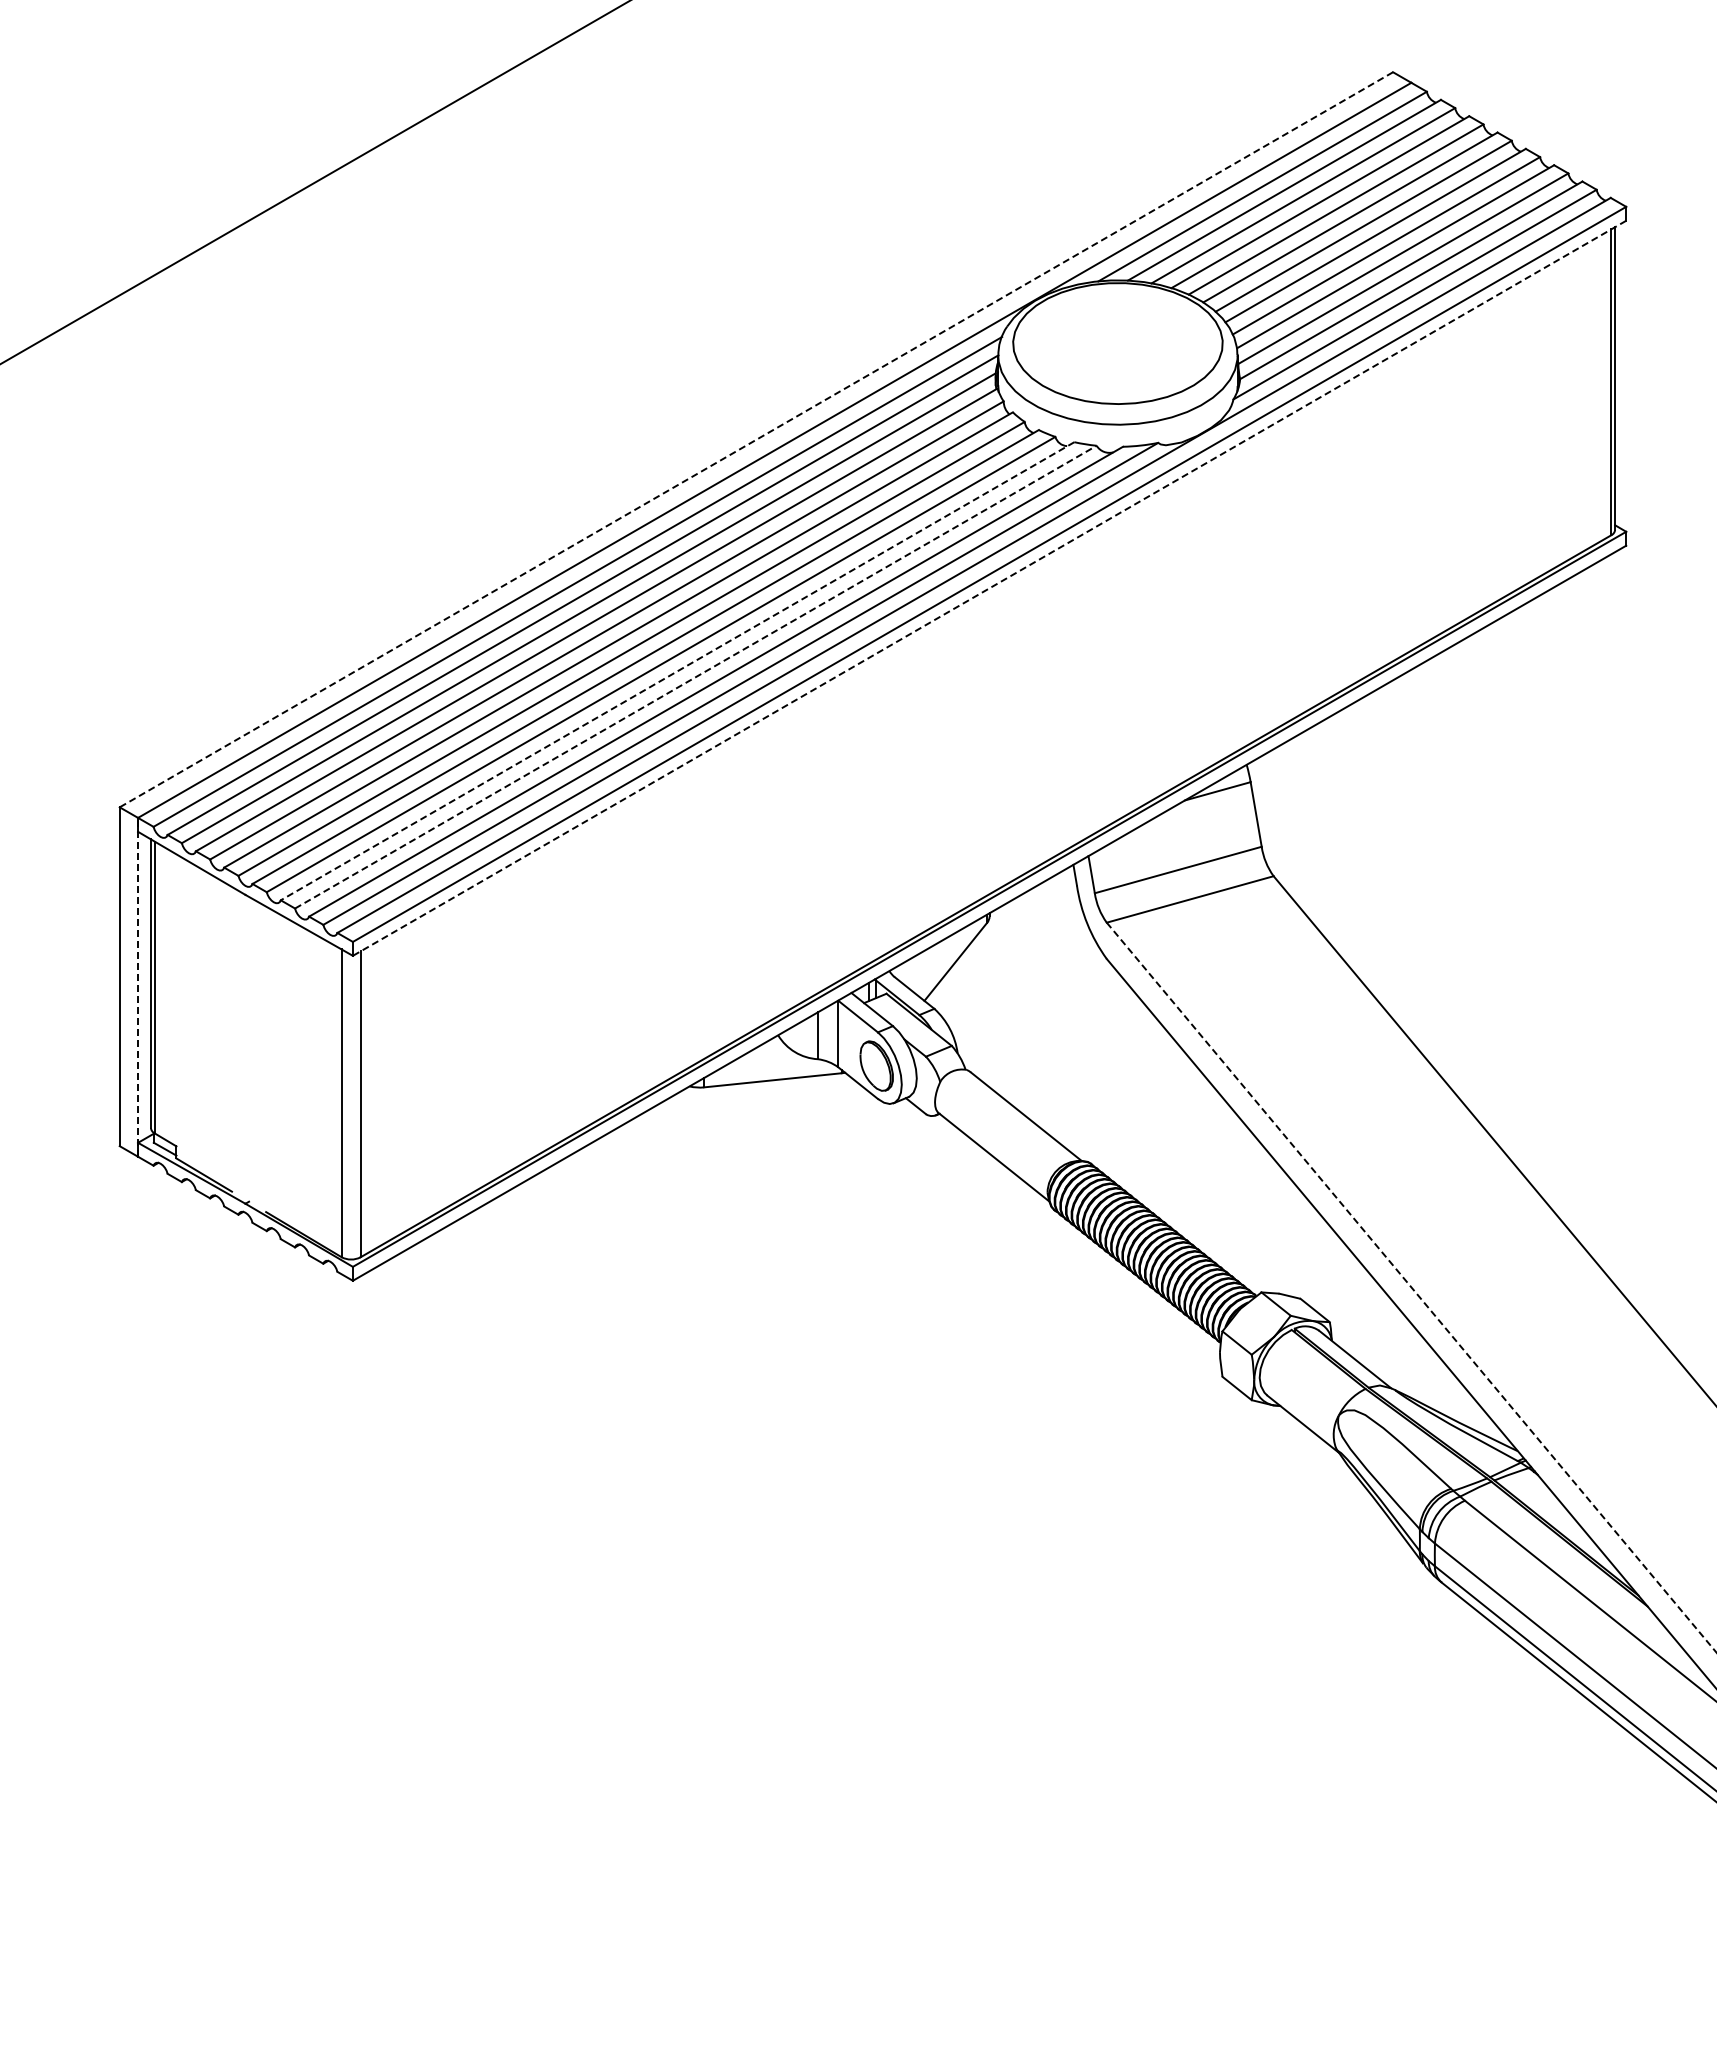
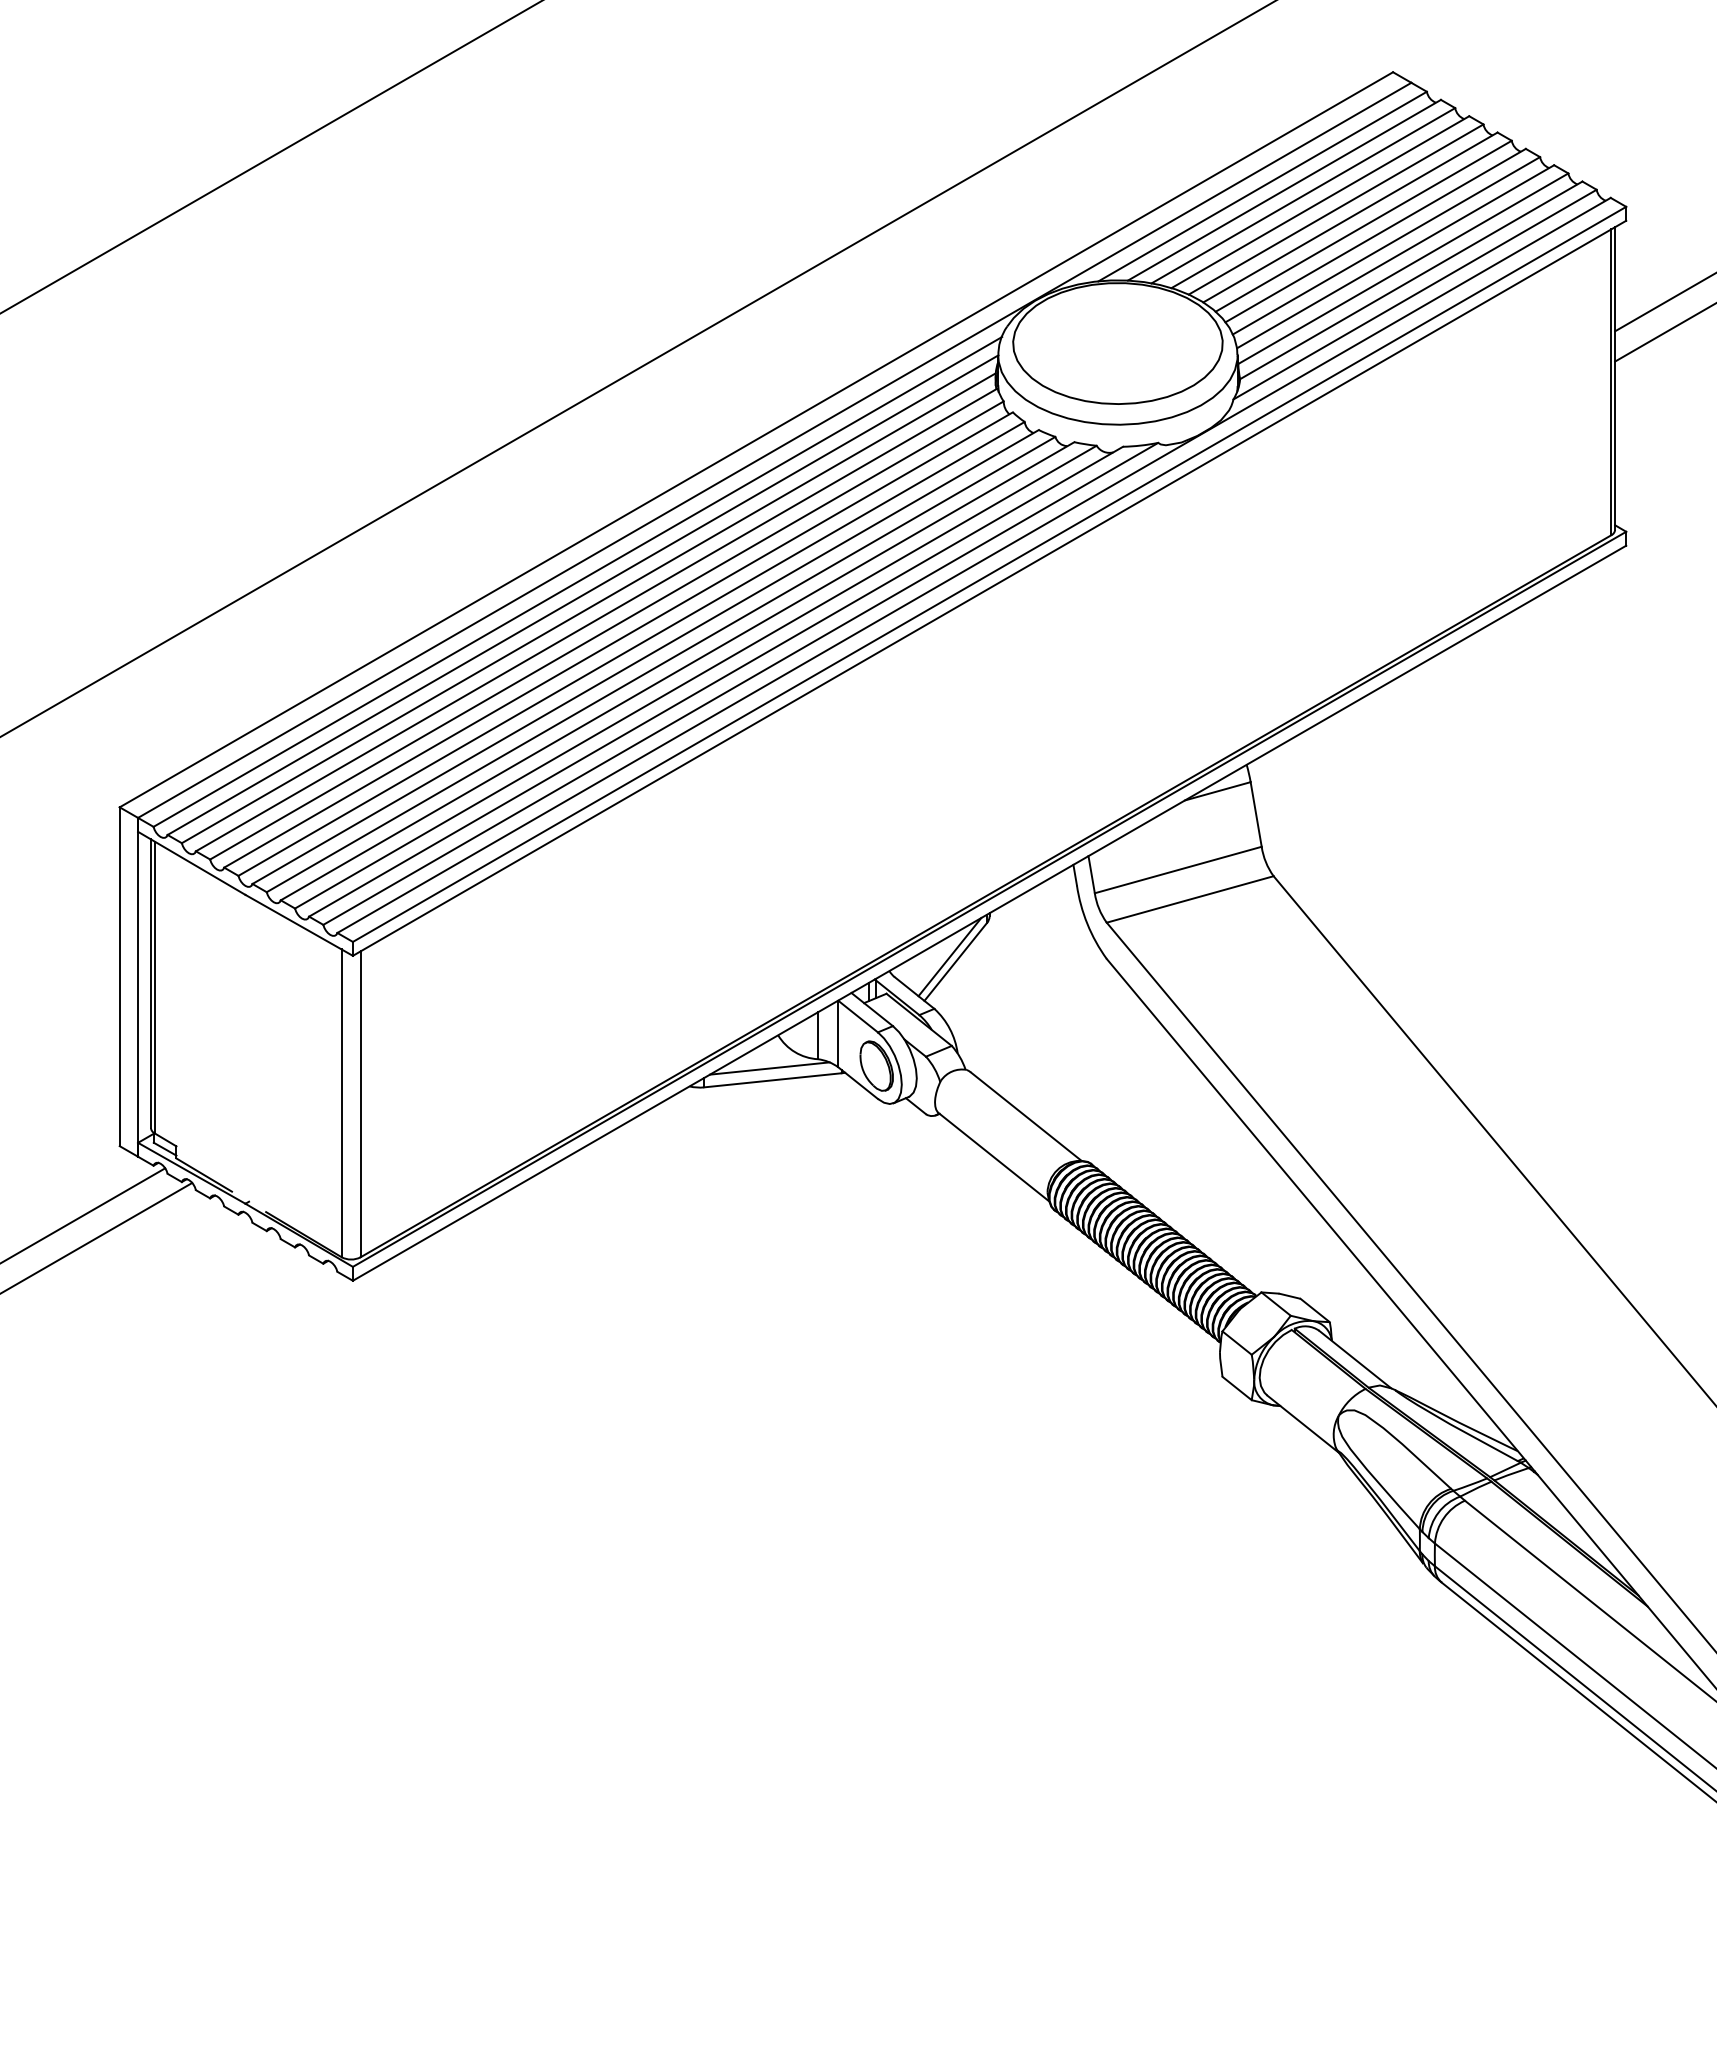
line at (314, 182) position: (314, 182) -> (270, 157)
line at (1664, 302): none -> present
line at (1664, 332): none -> present
line at (637, 368): none -> present
line at (755, 440): dashed -> solid
line at (989, 588): dashed -> solid
line at (677, 671): dashed -> solid
line at (695, 677): dashed -> solid
line at (949, 957): none -> present
line at (138, 986): dashed -> solid
line at (769, 1068): none -> present
line at (83, 1215): none -> present
line at (97, 1237): none -> present
line at (1411, 1287): dashed -> solid
